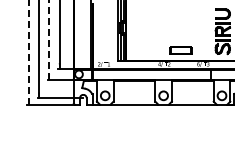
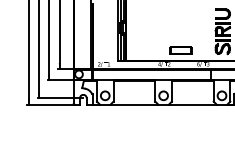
line at (49, 40): dashed -> solid
line at (28, 52): dashed -> solid
